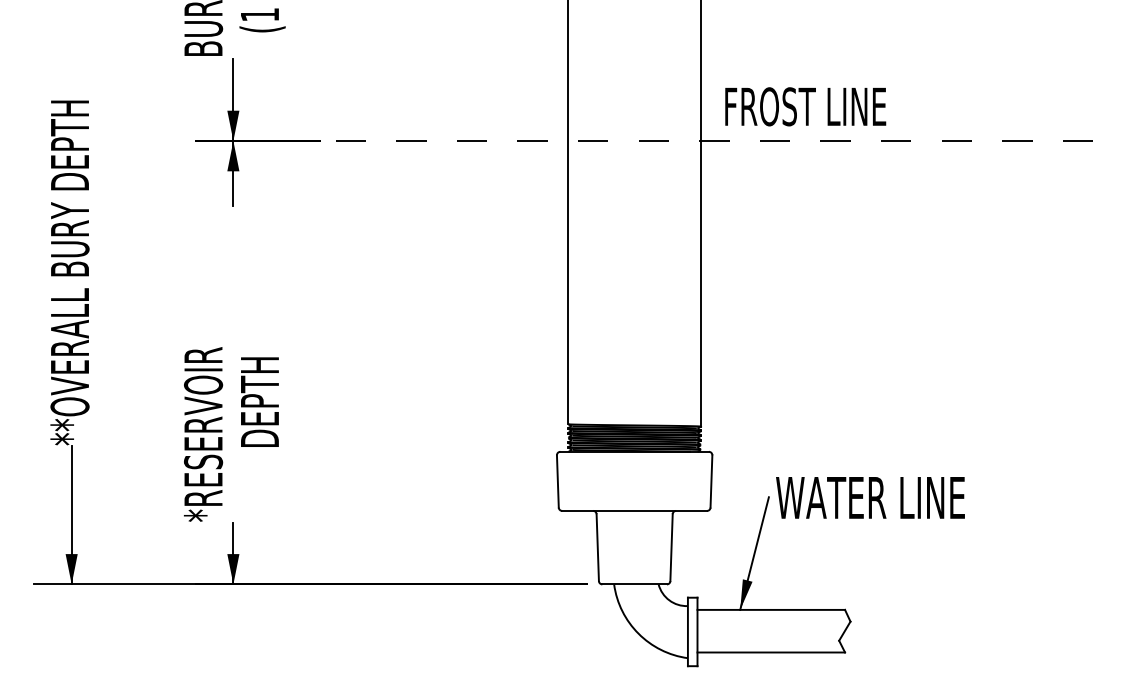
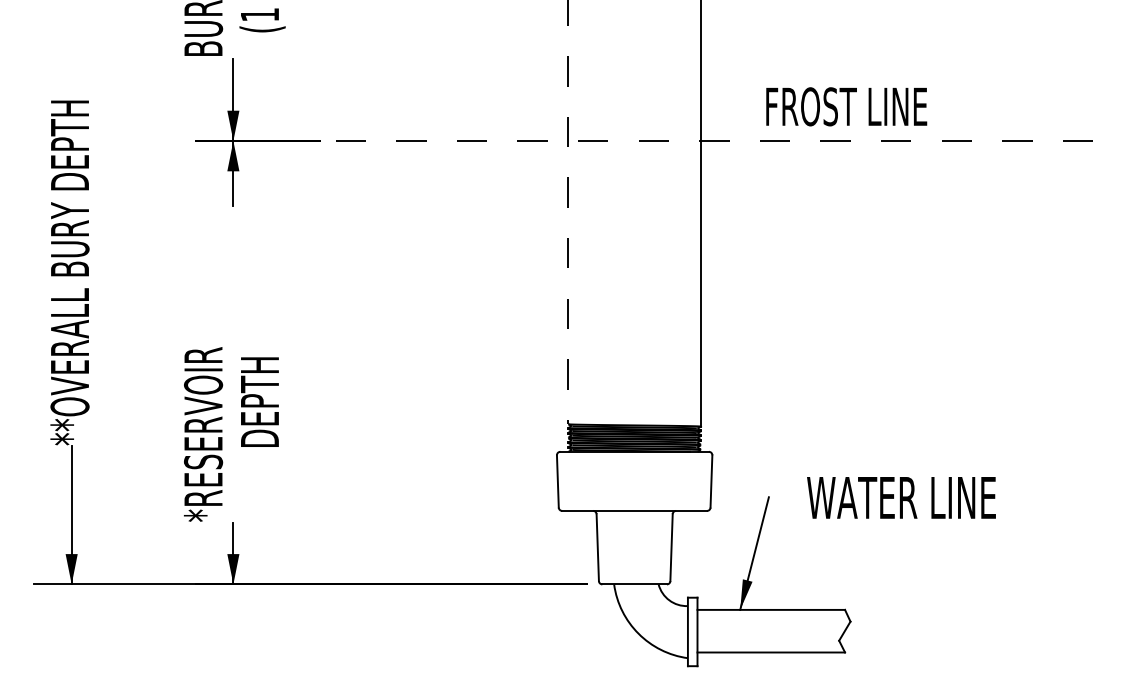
text at (805, 106) position: (805, 106) -> (846, 106)
line at (568, 212): solid -> dashed
text at (870, 497) position: (870, 497) -> (901, 497)
